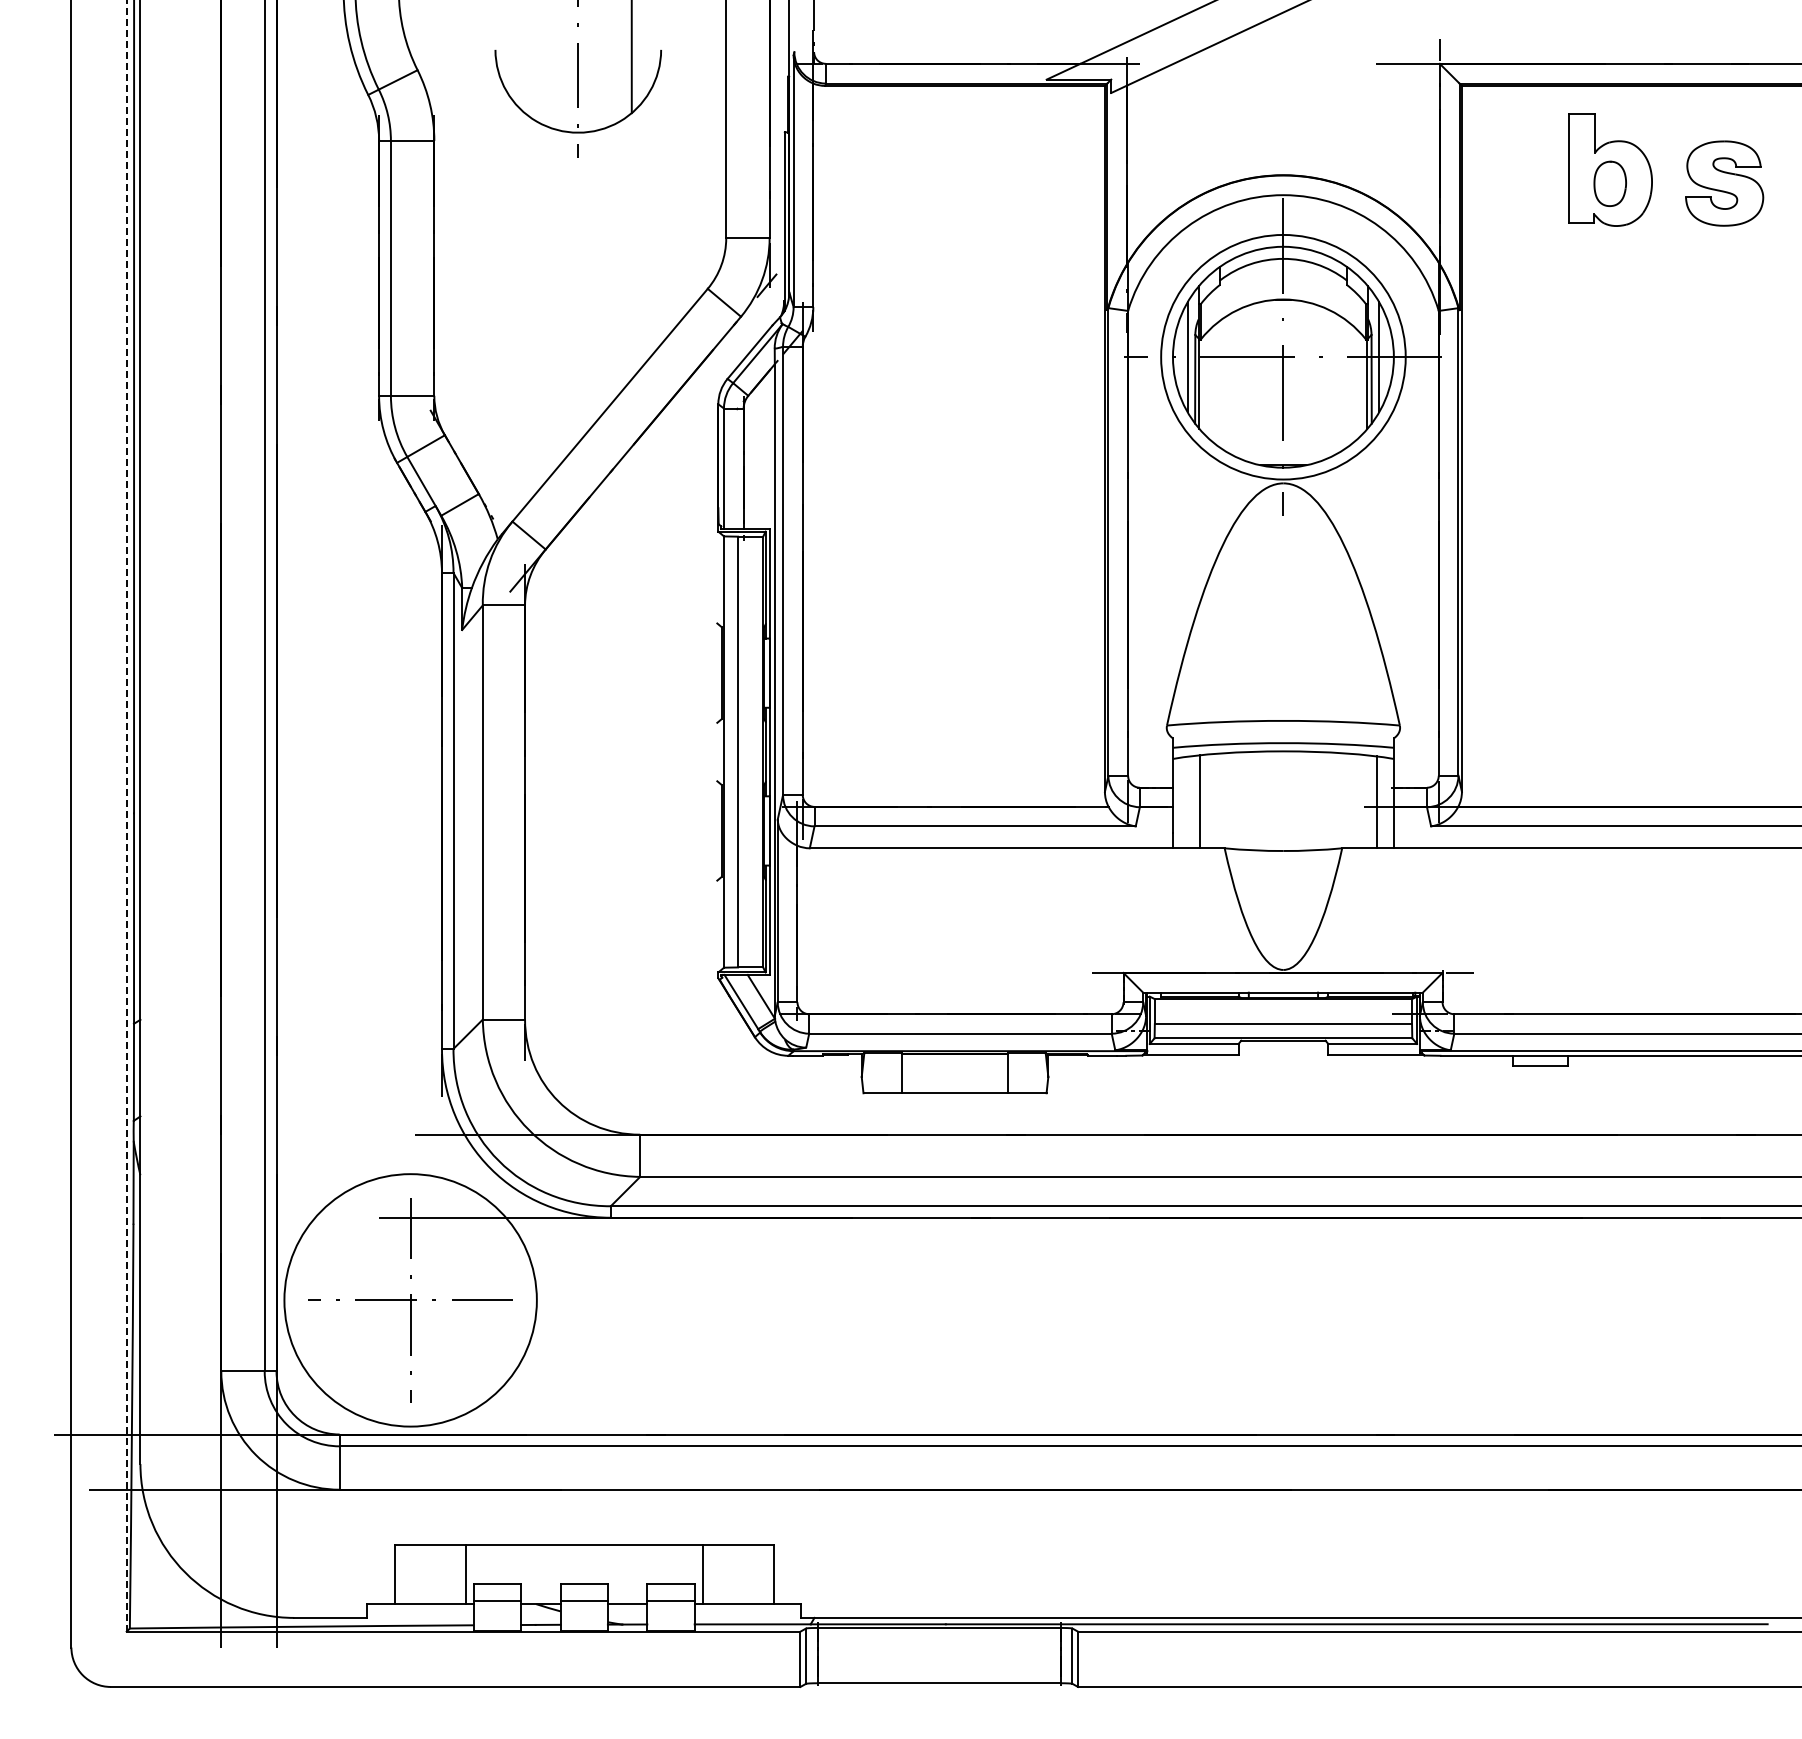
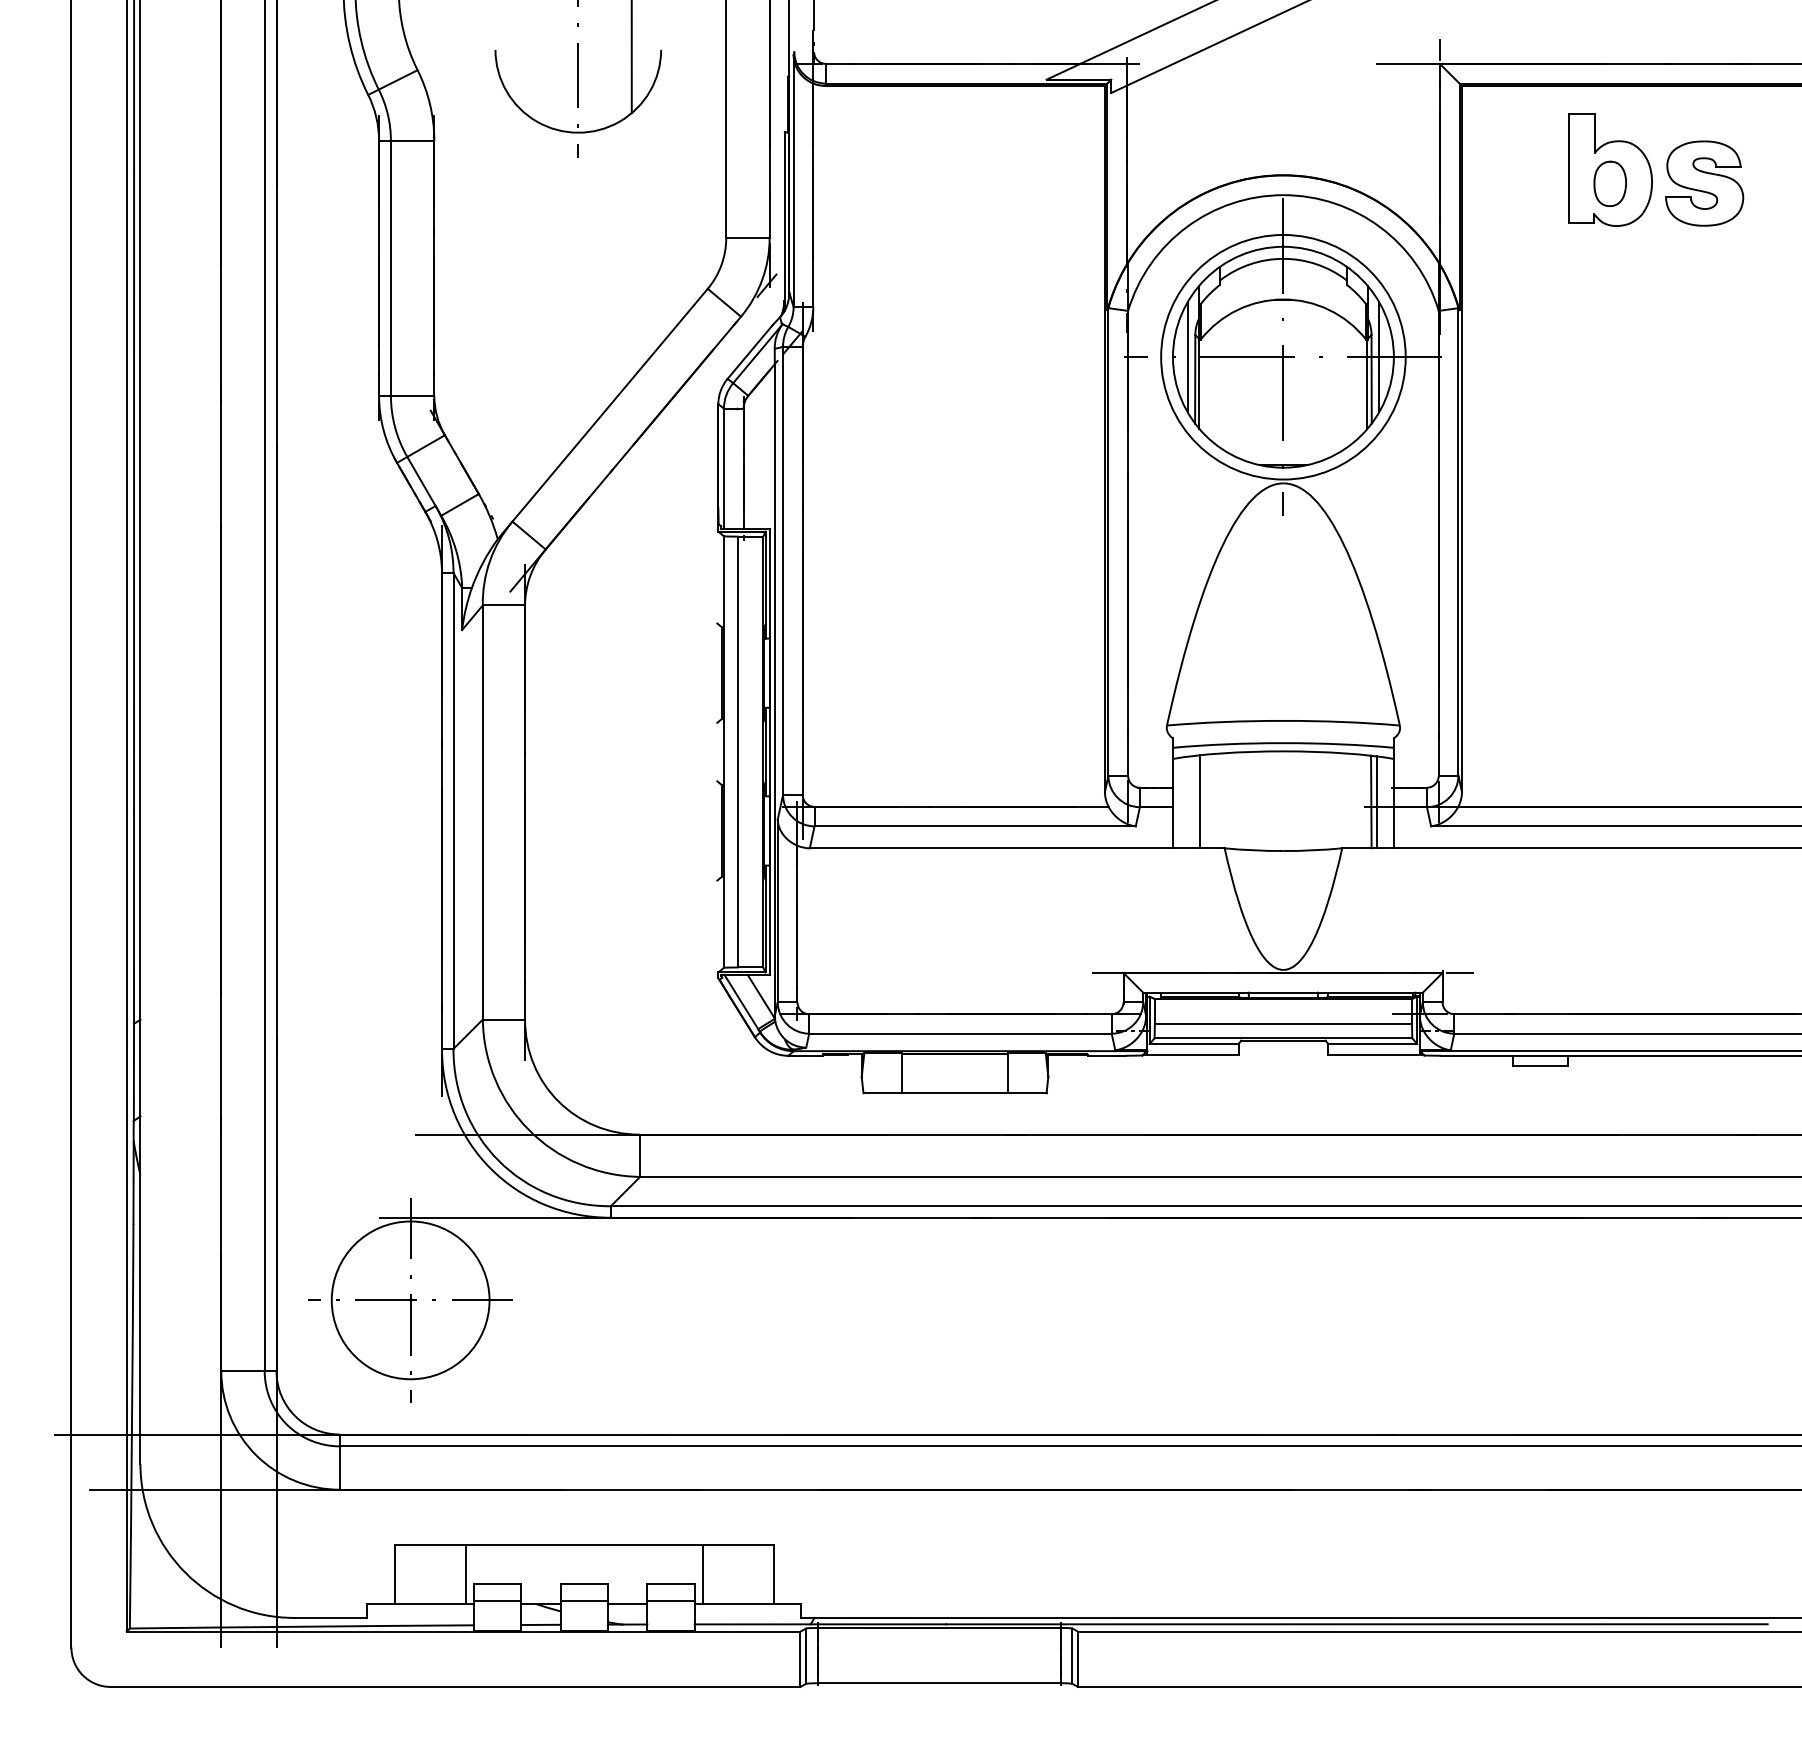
part at (1724, 183) position: (1724, 183) -> (1704, 183)
line at (1371, 801): none -> present
line at (126, 815): dashed -> solid
circle at (410, 1300) diameter: 252 px -> 158 px
